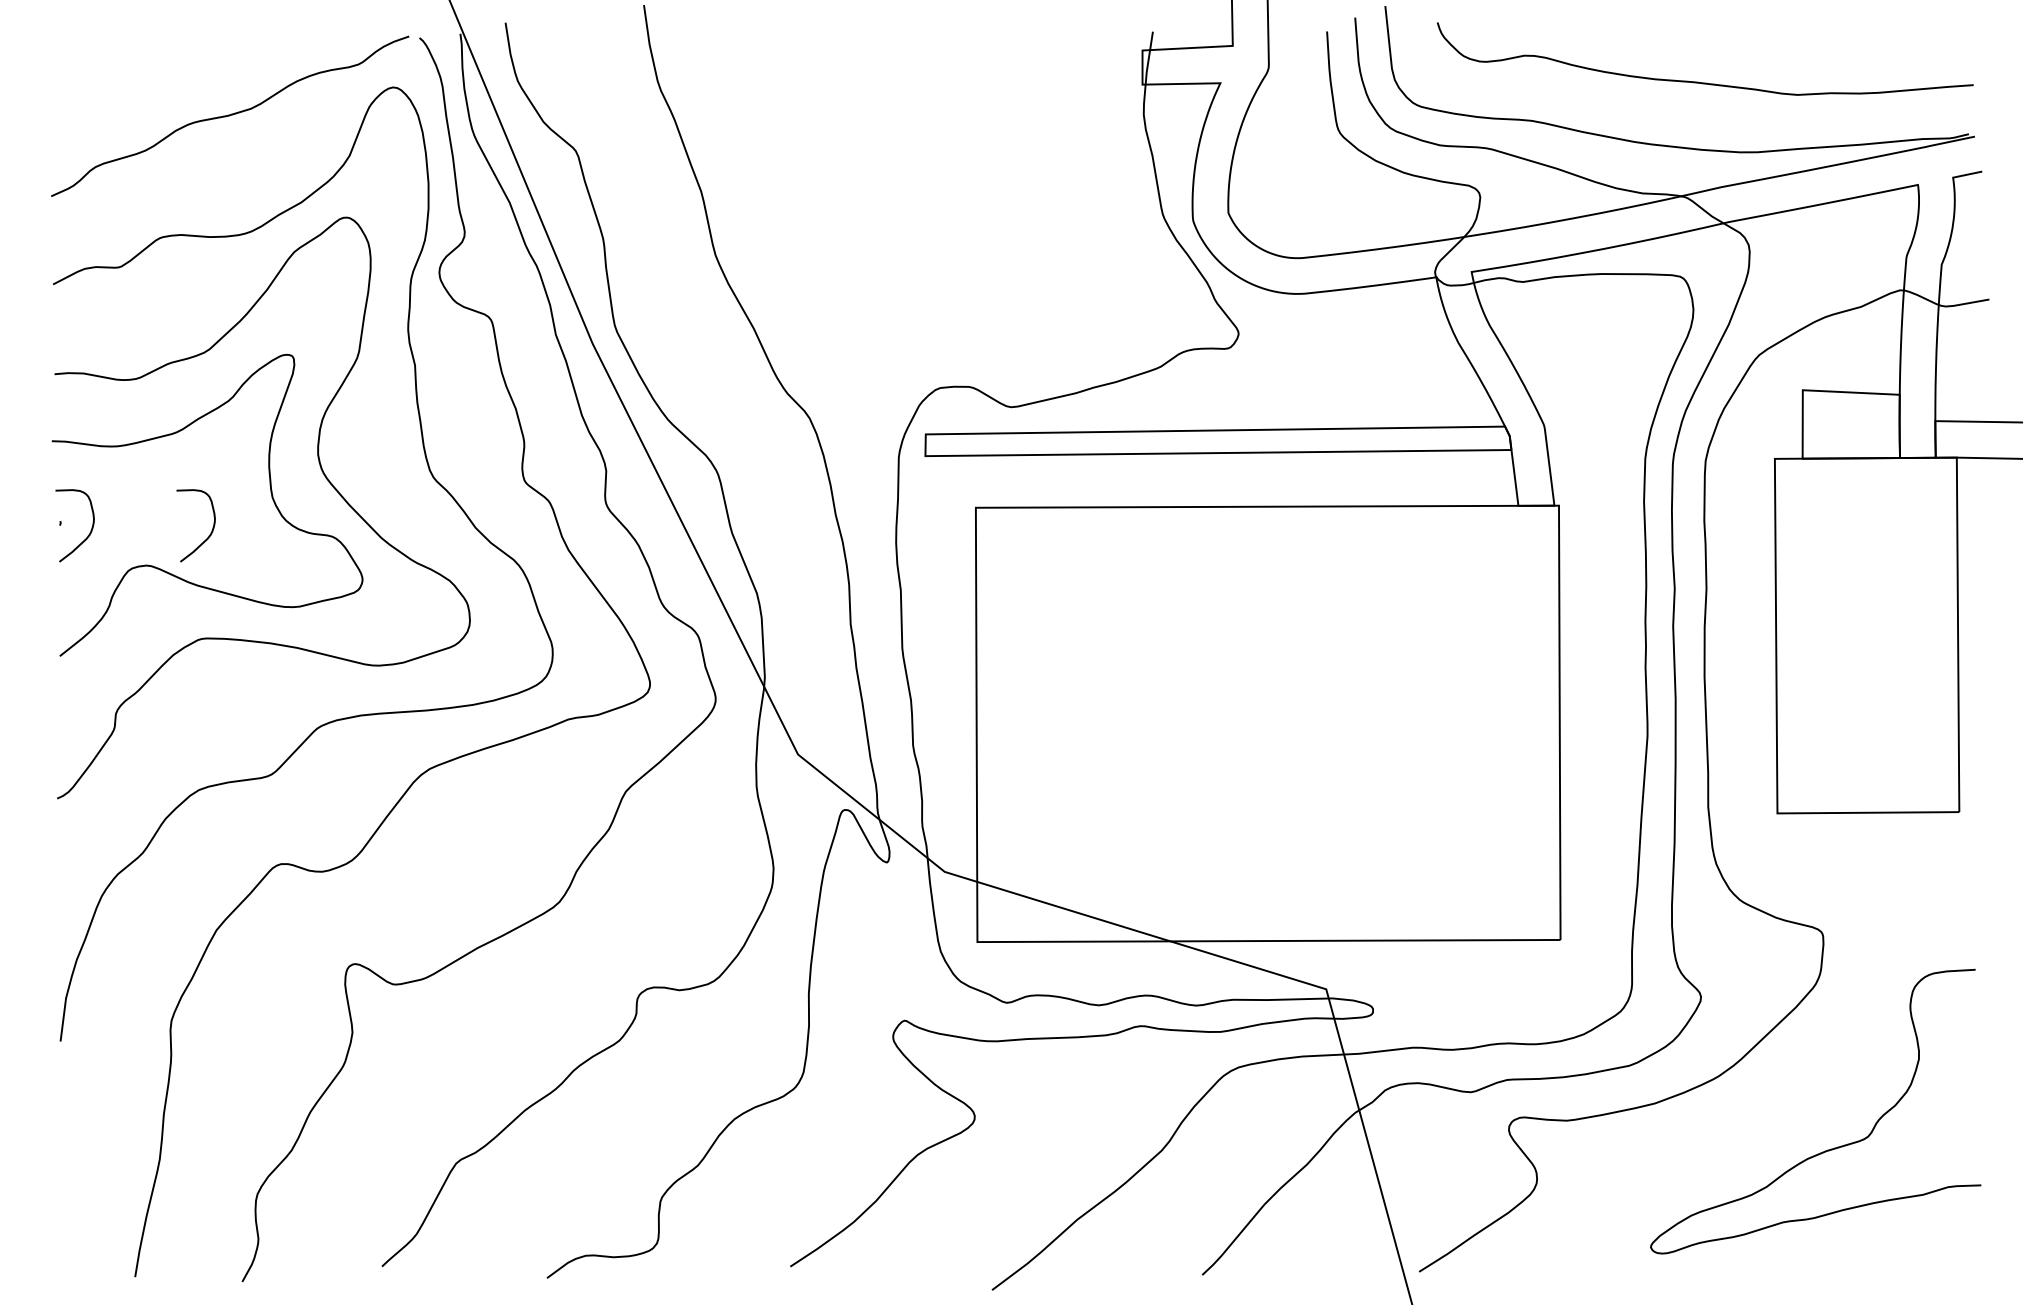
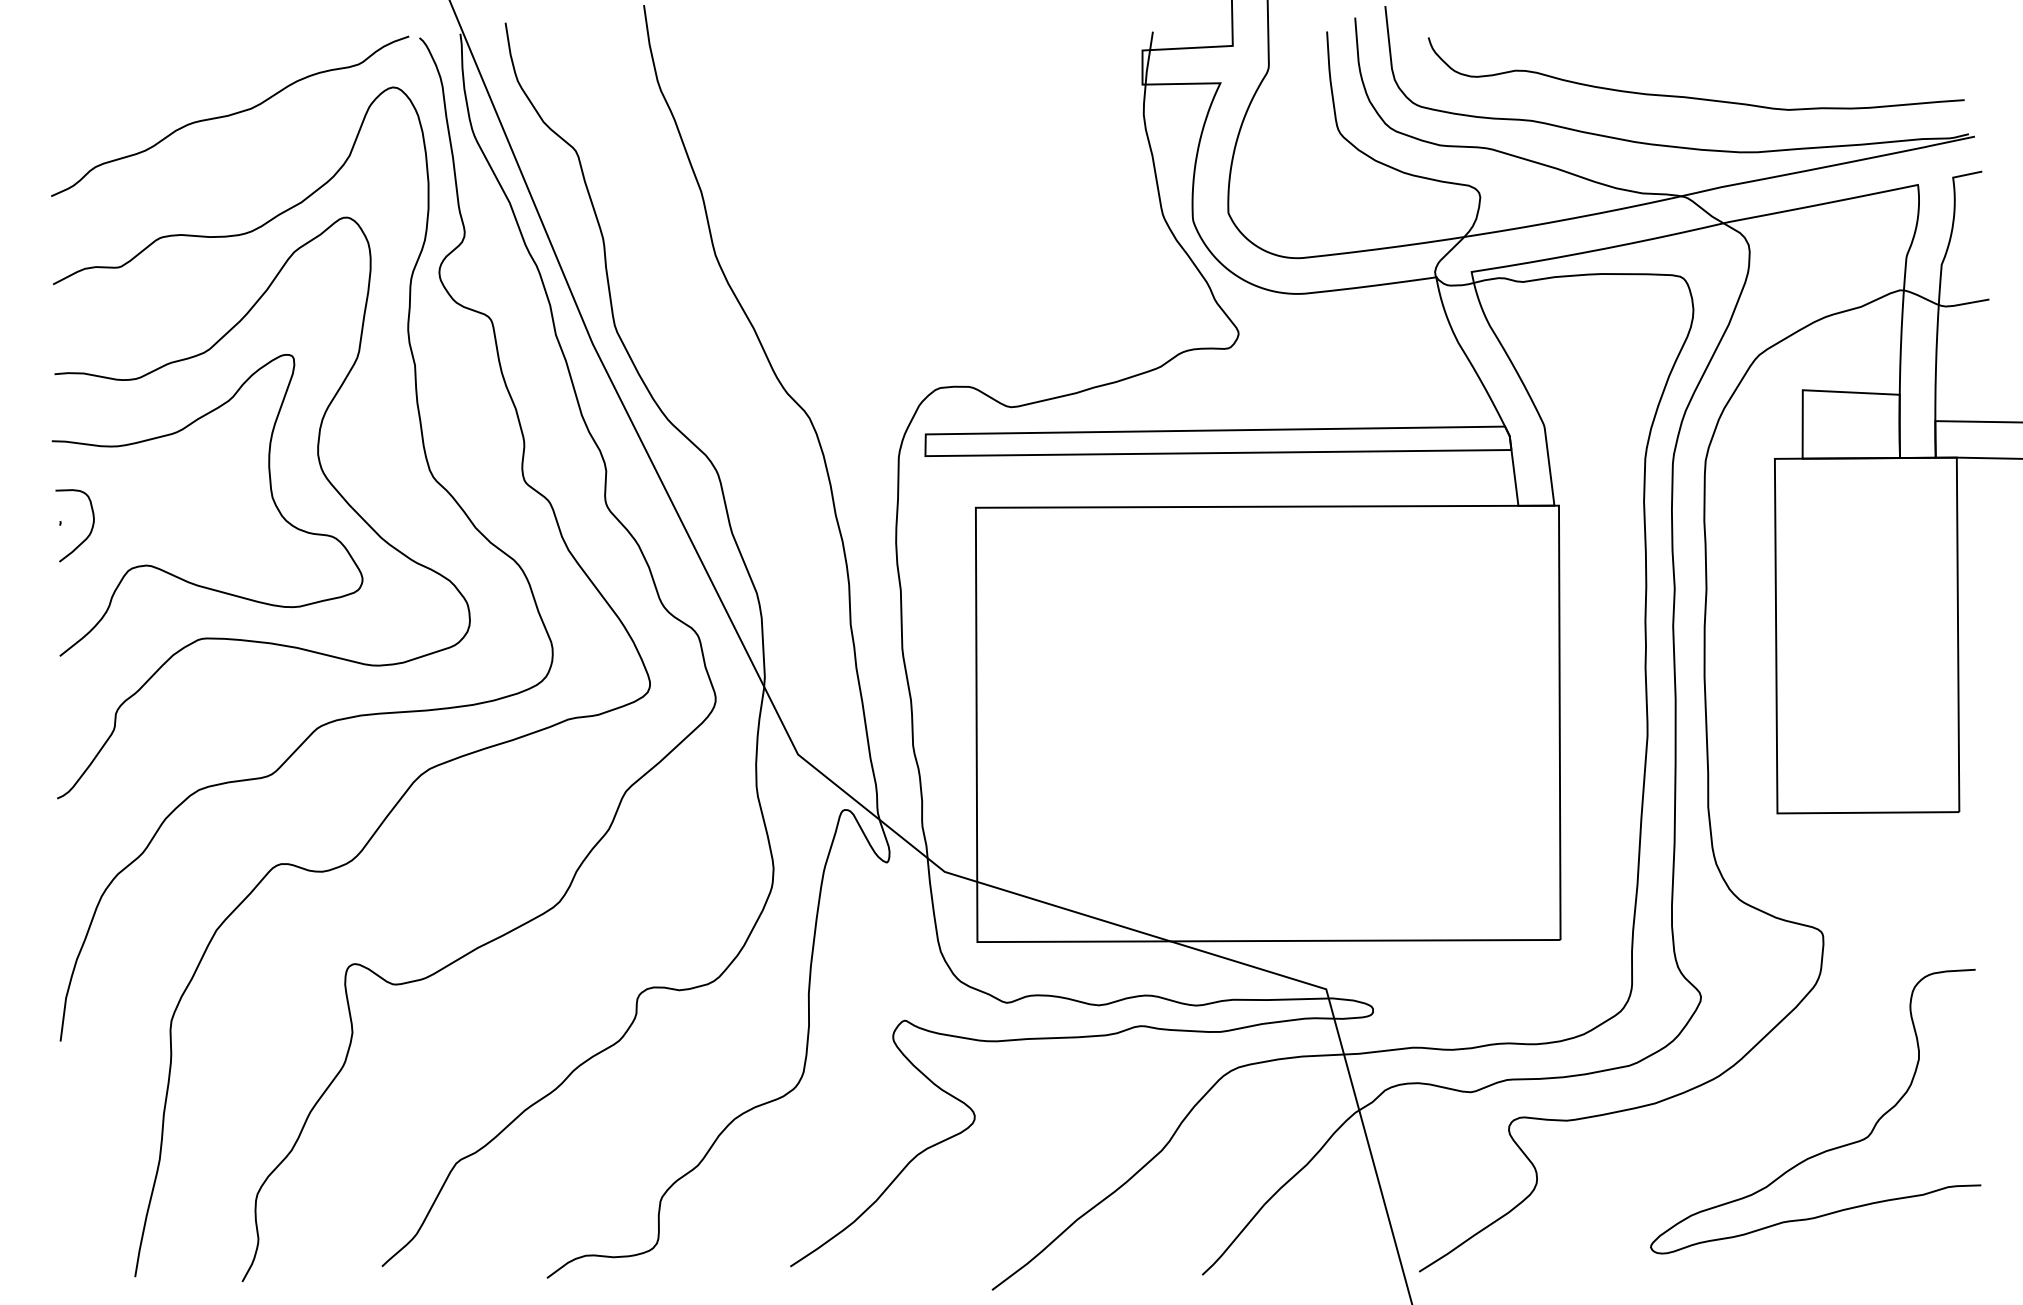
curve at (1705, 82) position: (1705, 82) -> (1696, 97)
curve at (208, 535): present -> none
